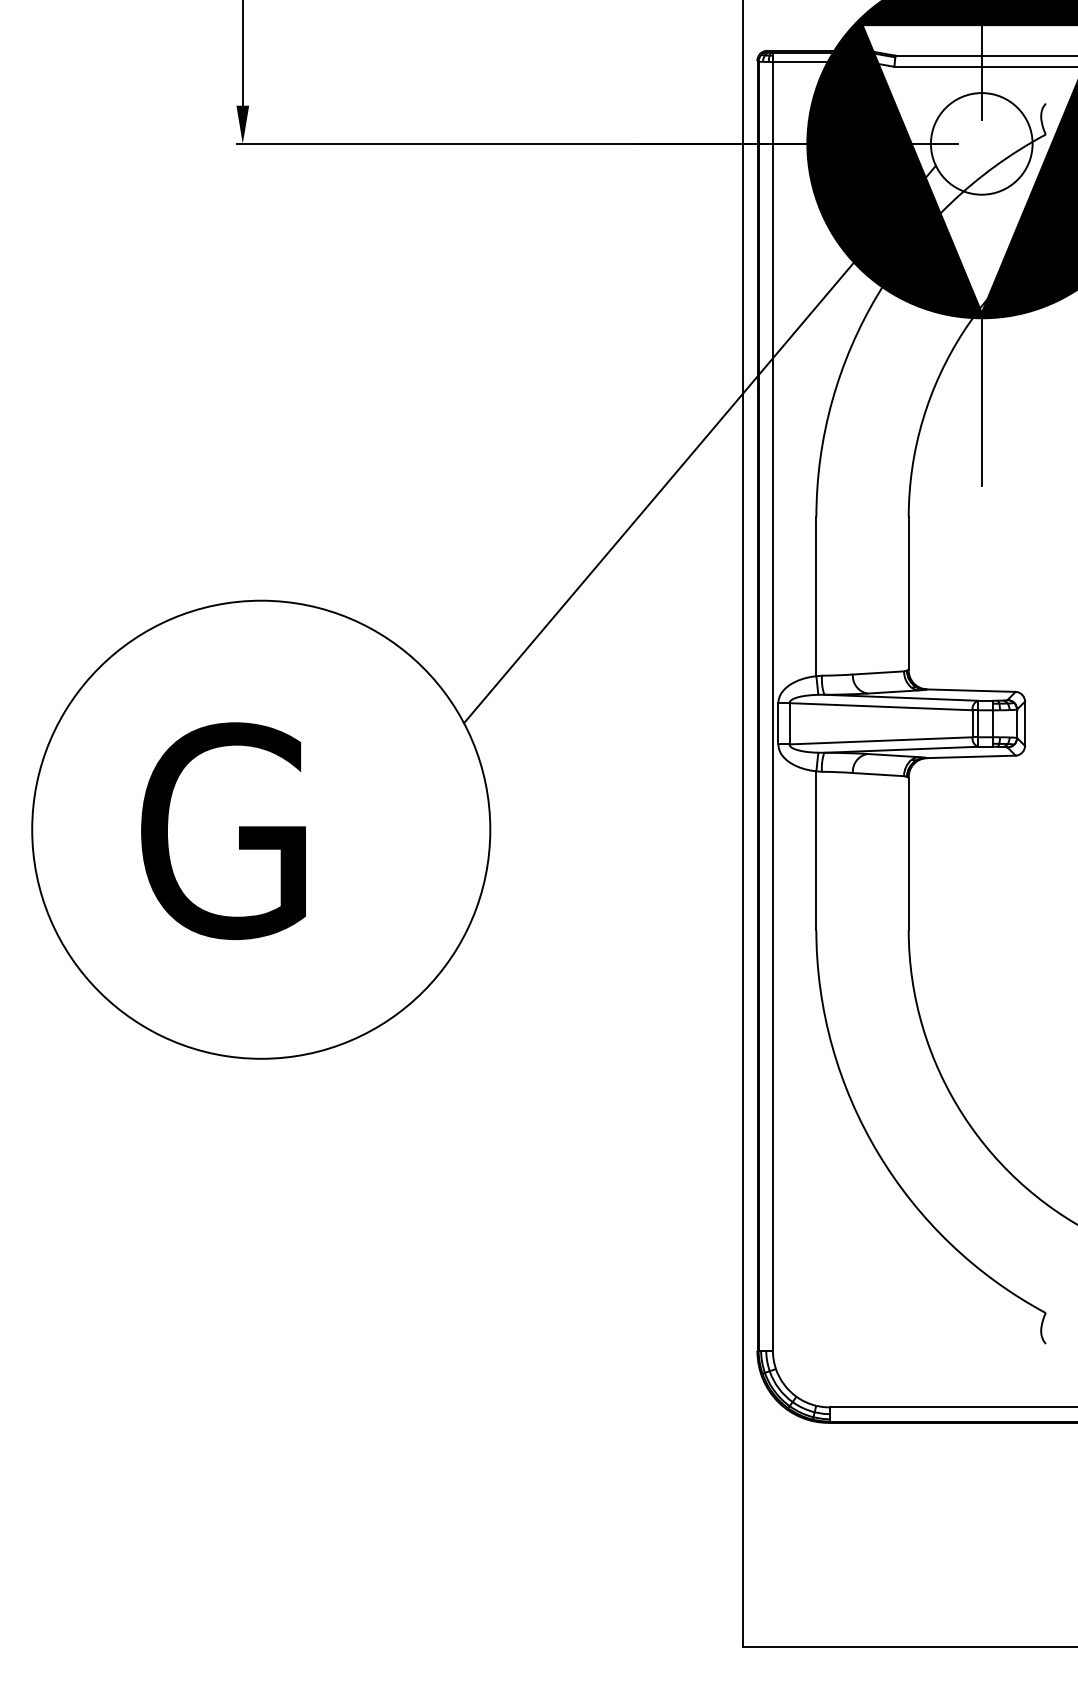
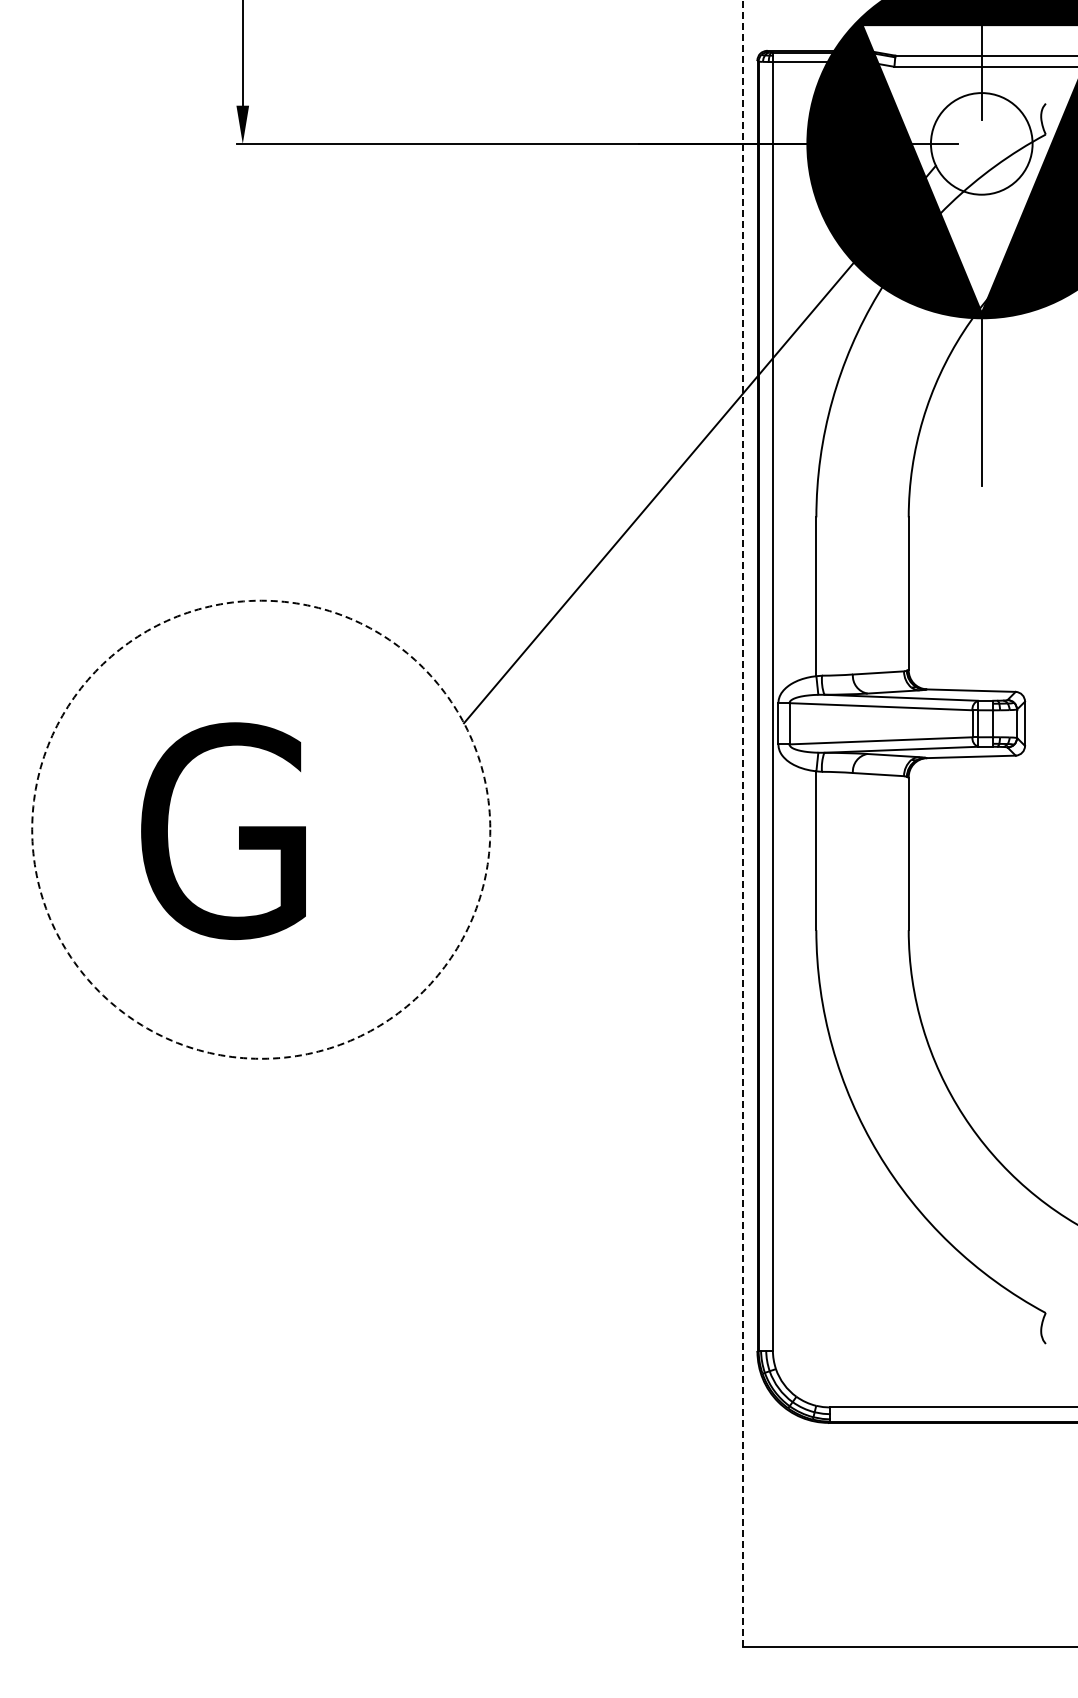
line at (743, 824): solid -> dashed
circle at (261, 829): solid -> dashed
